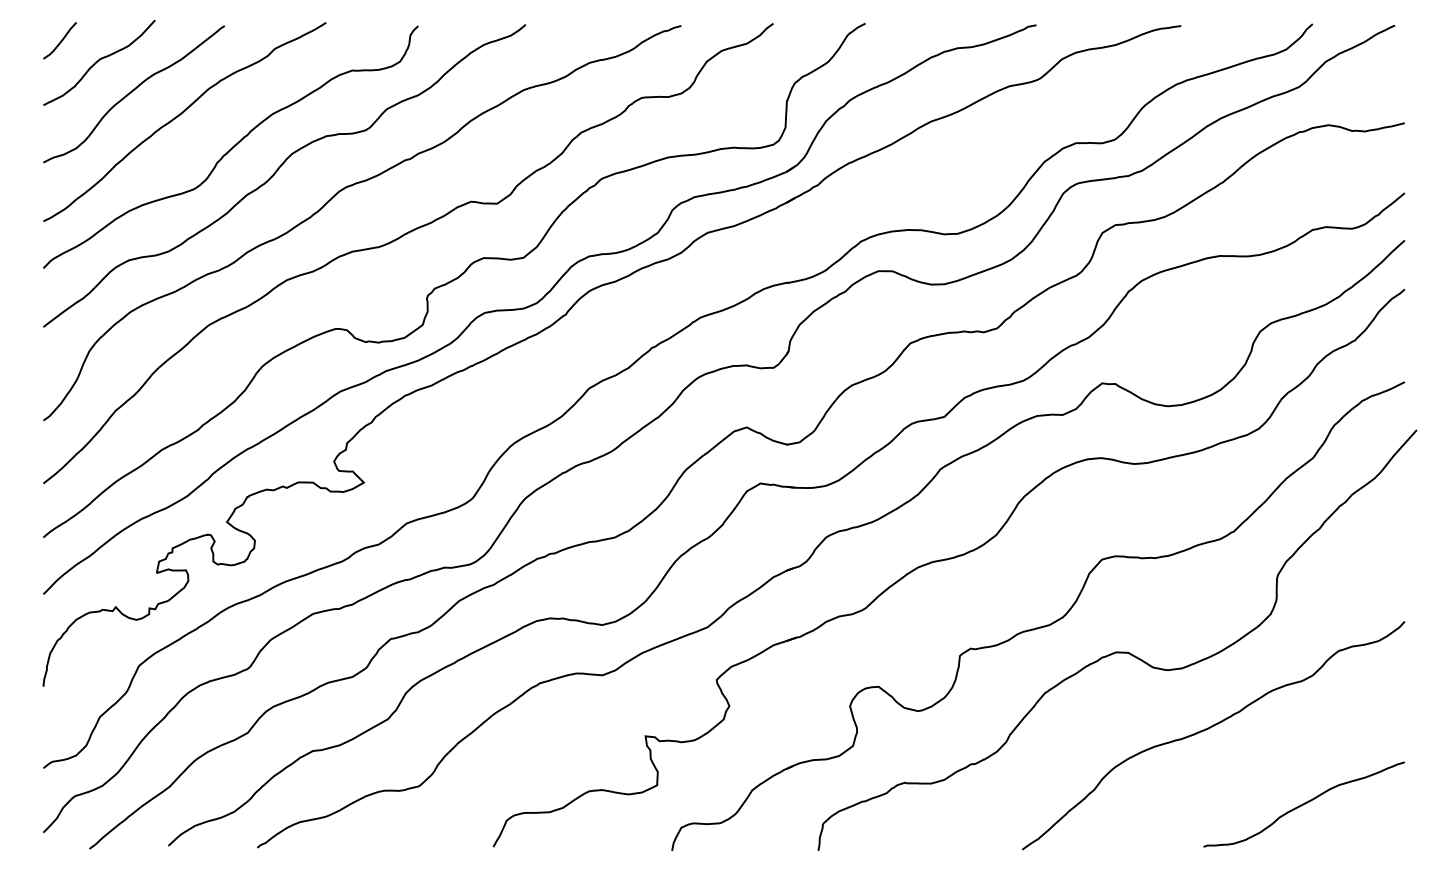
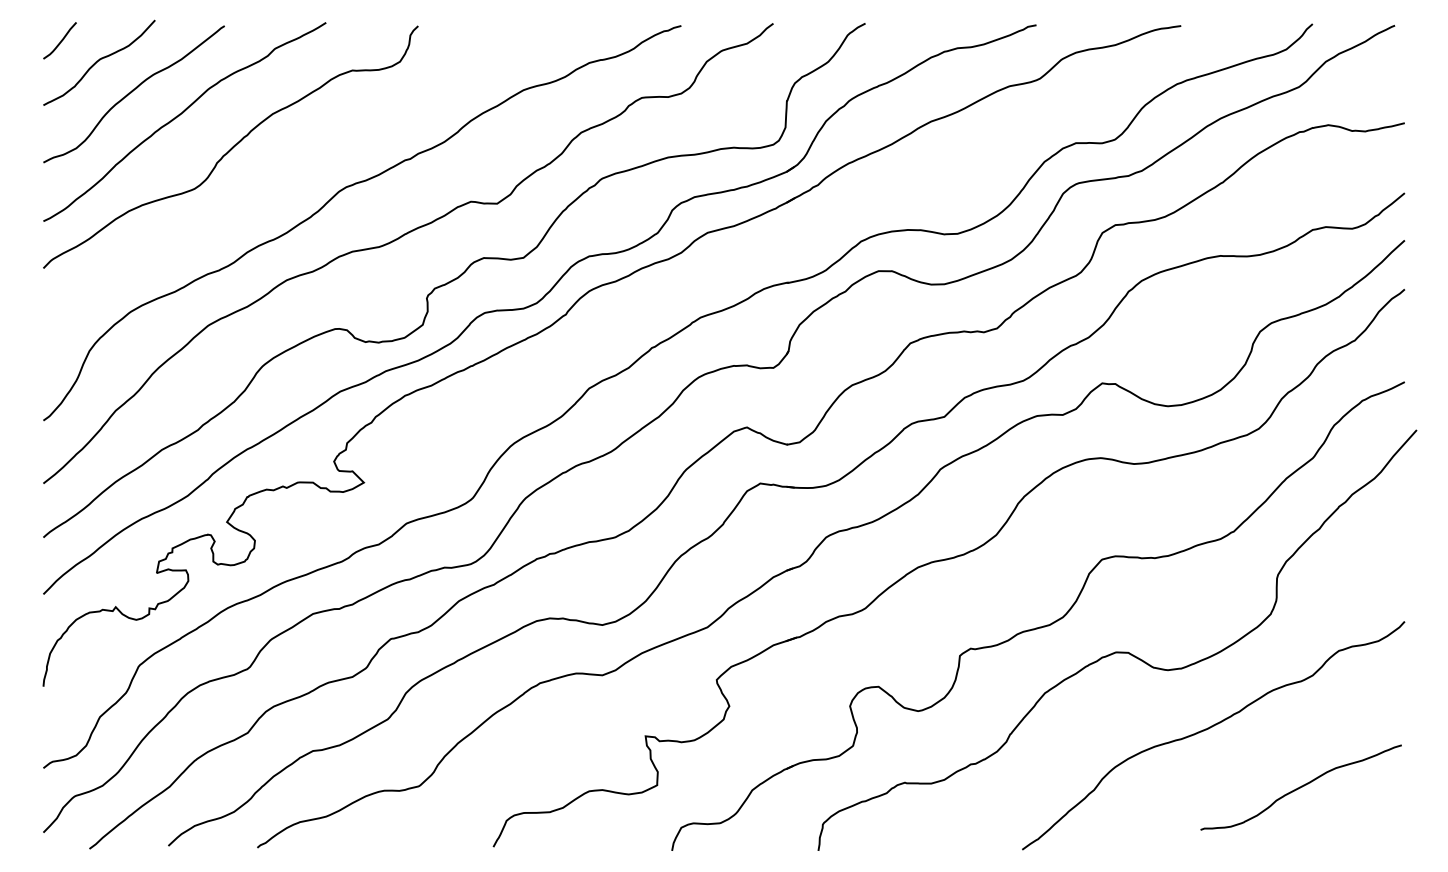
curve at (279, 169): present -> none
curve at (1303, 804) position: (1303, 804) -> (1300, 787)
